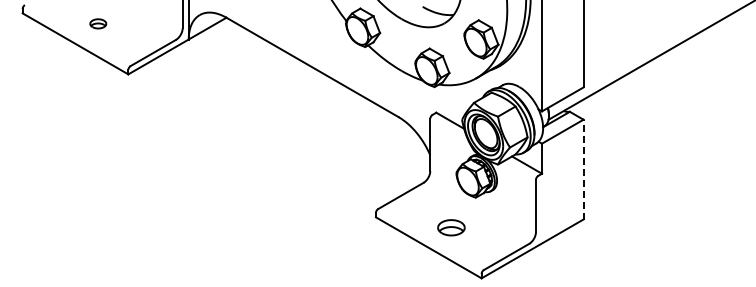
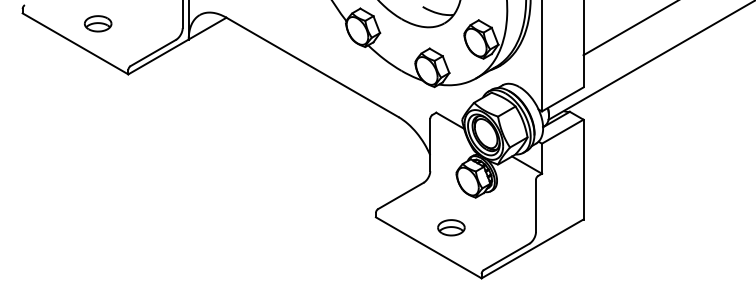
part at (98, 23) size: 19x12 px -> 29x18 px
line at (629, 28): none -> present
line at (583, 169): dashed -> solid
